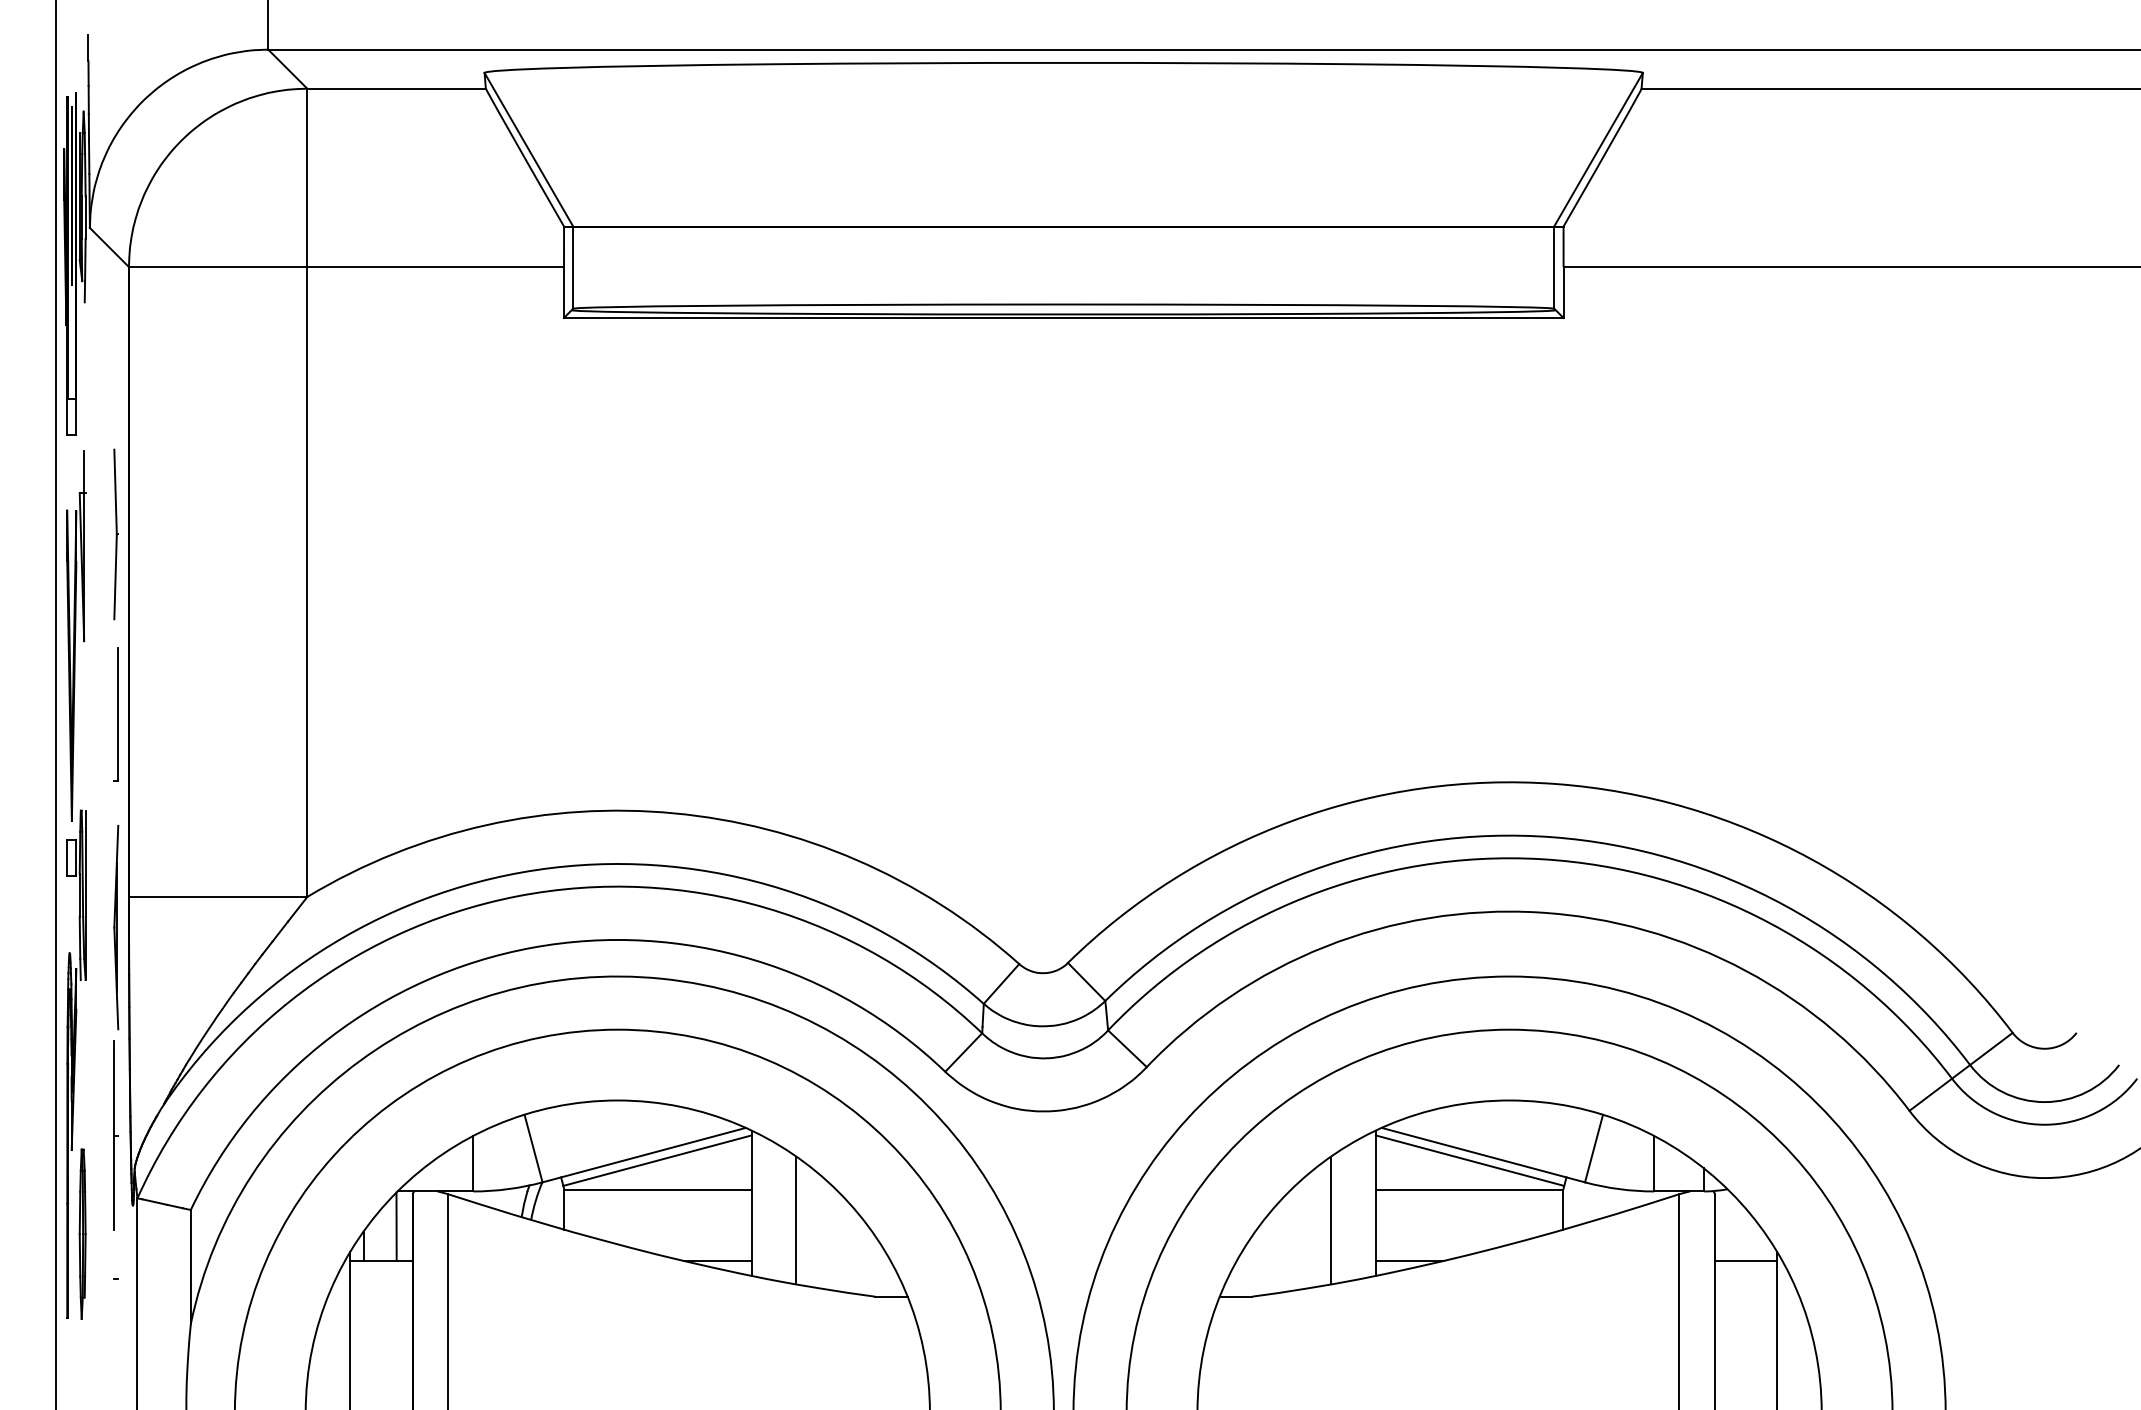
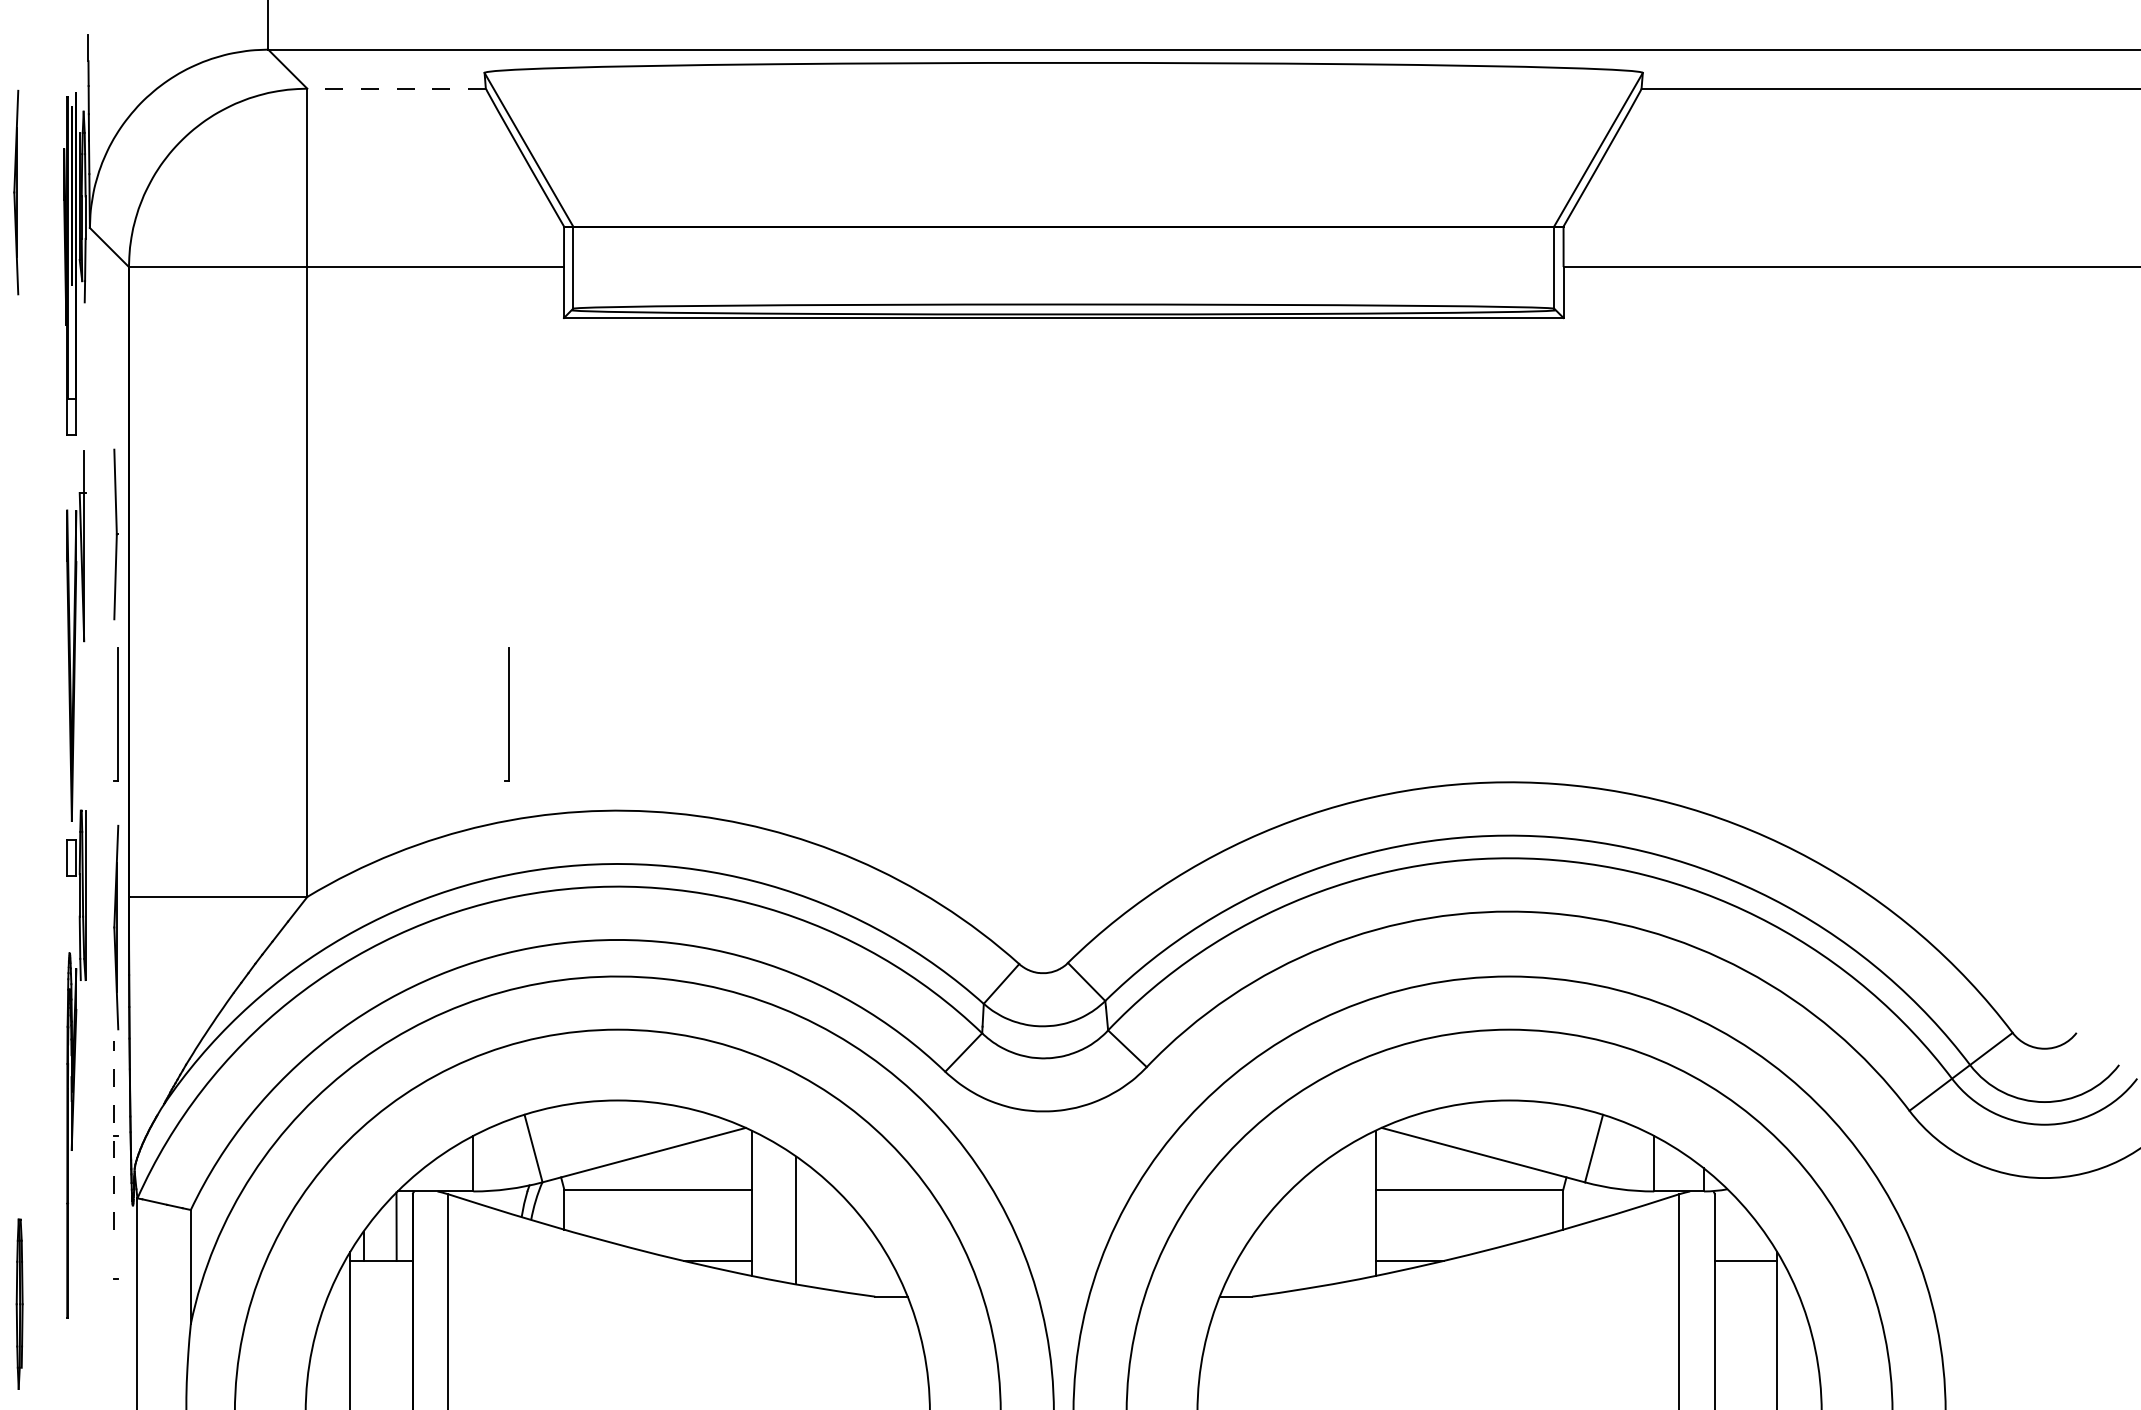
line at (396, 88): solid -> dashed
part at (16, 192): none -> present
line at (56, 704): present -> none
part at (506, 714): none -> present
line at (114, 1135): solid -> dashed
line at (657, 1160): present -> none
line at (1469, 1160): present -> none
line at (1331, 1220): present -> none
part at (82, 1233) position: (82, 1233) -> (19, 1303)
